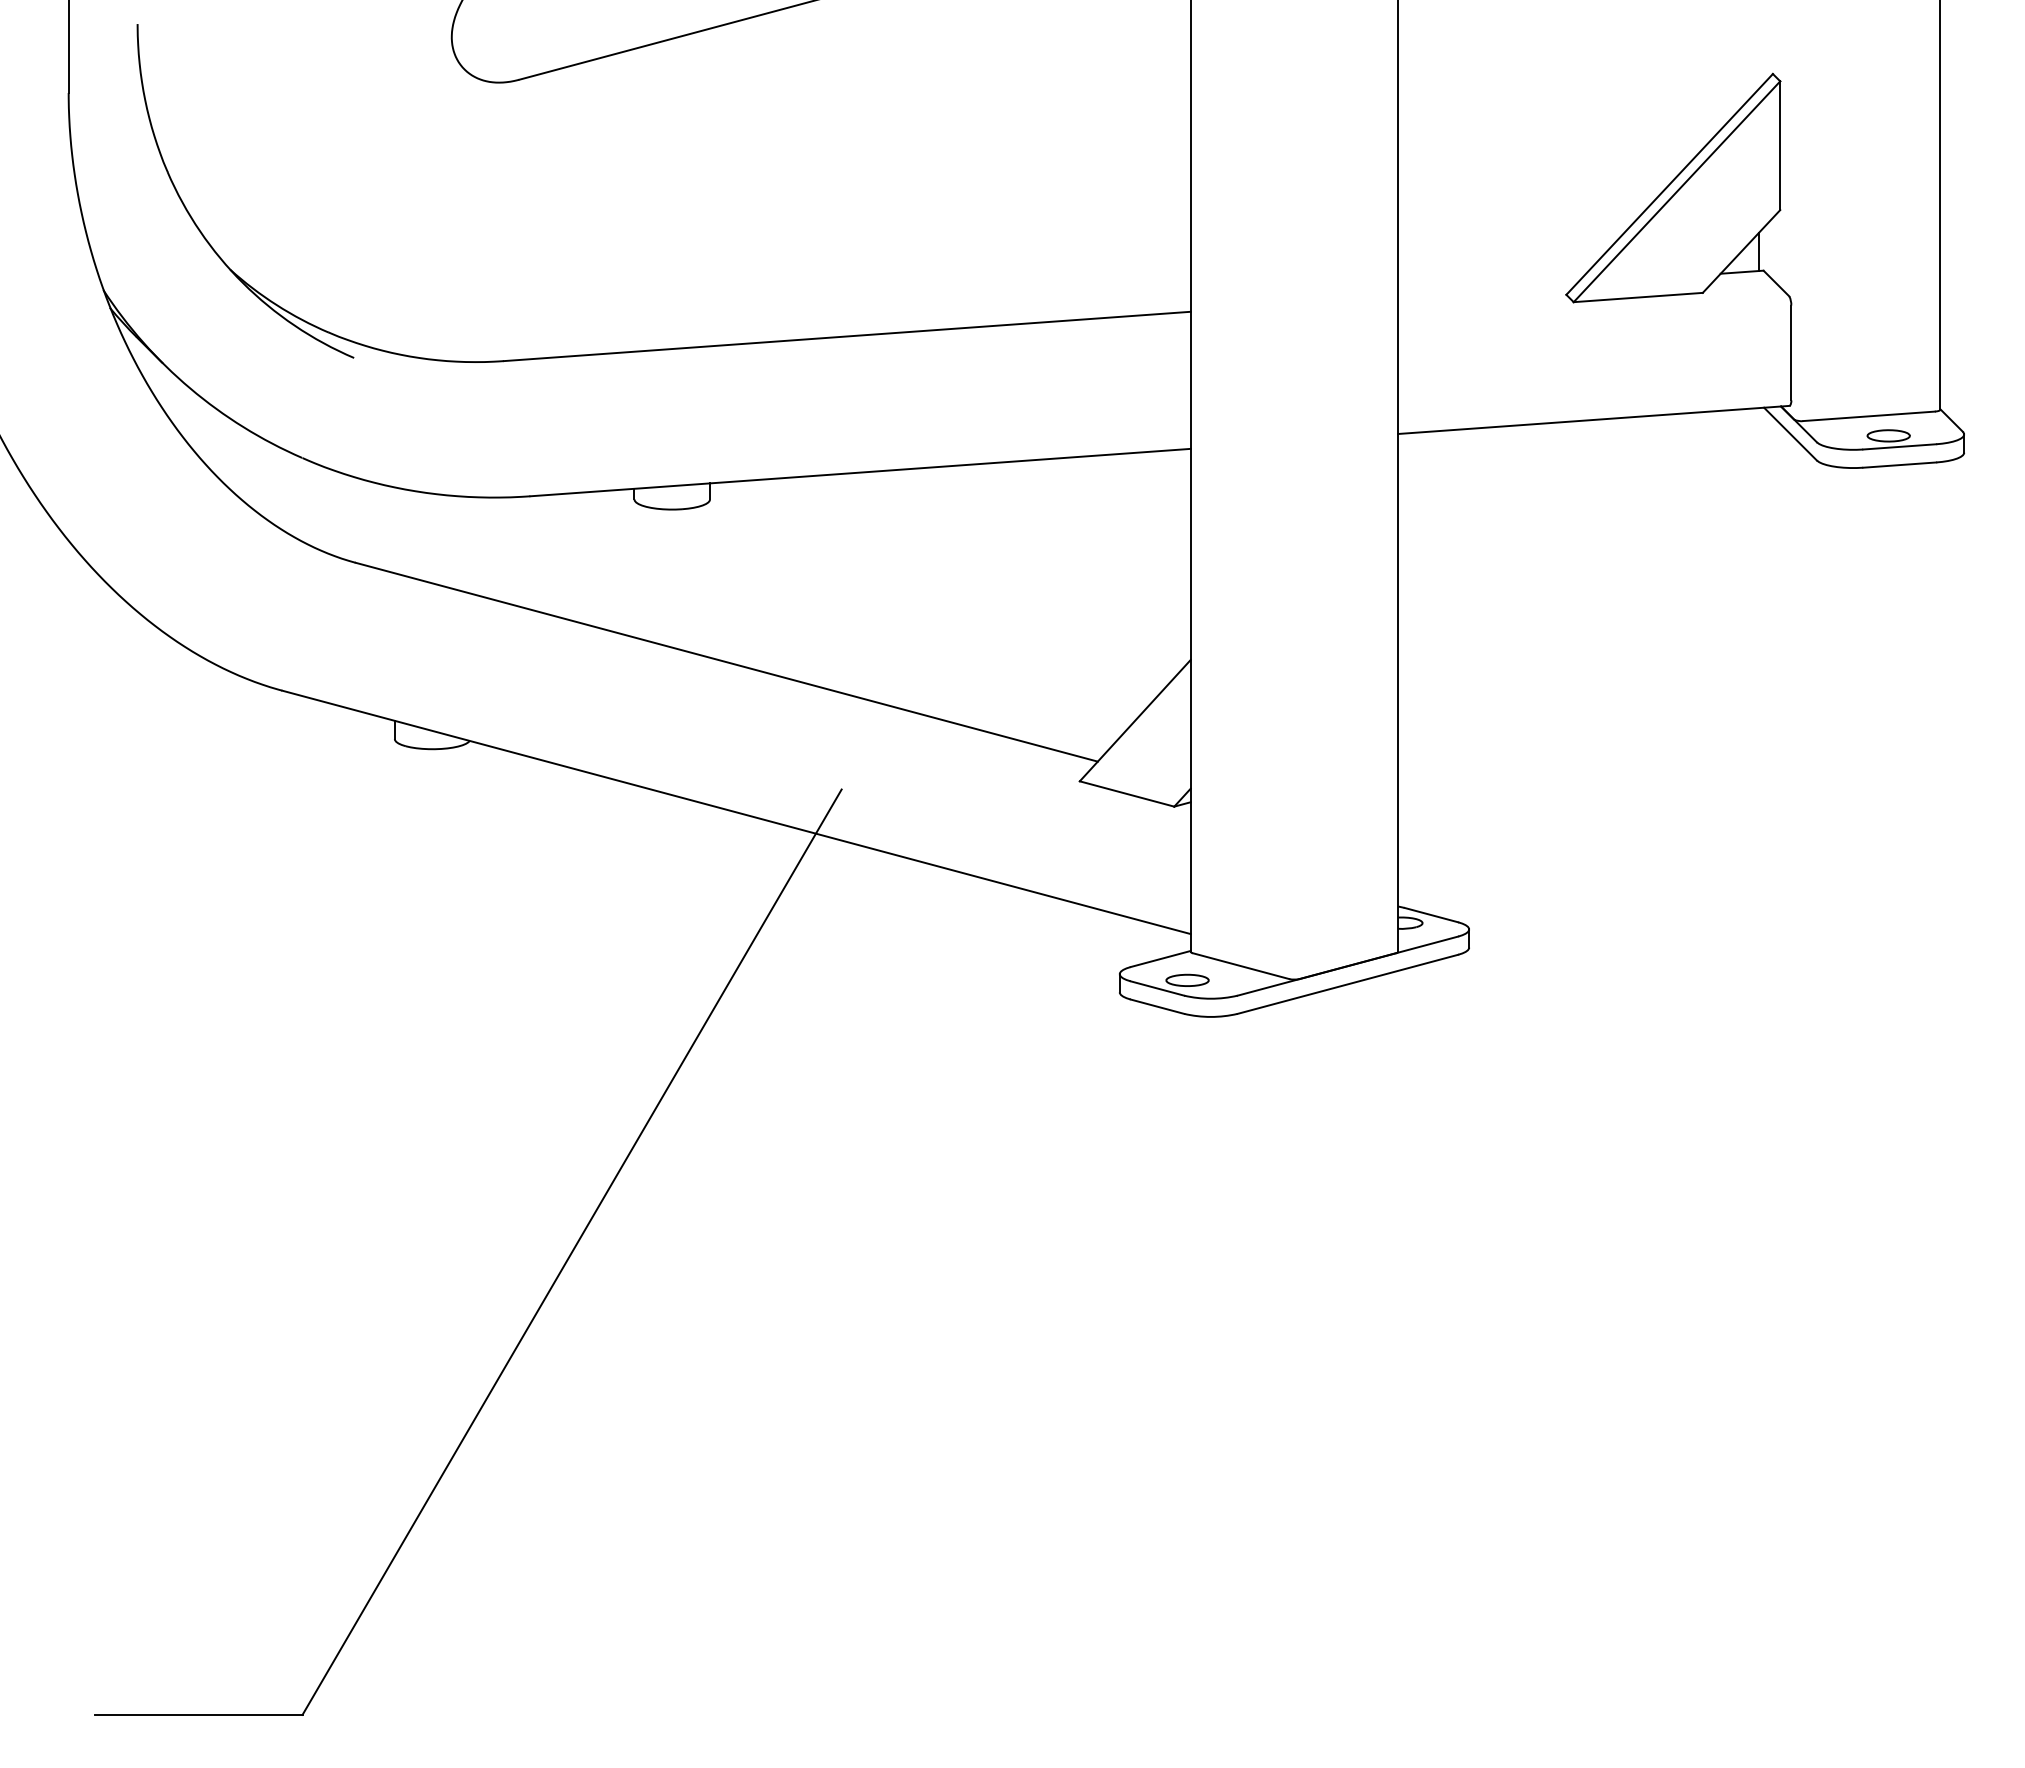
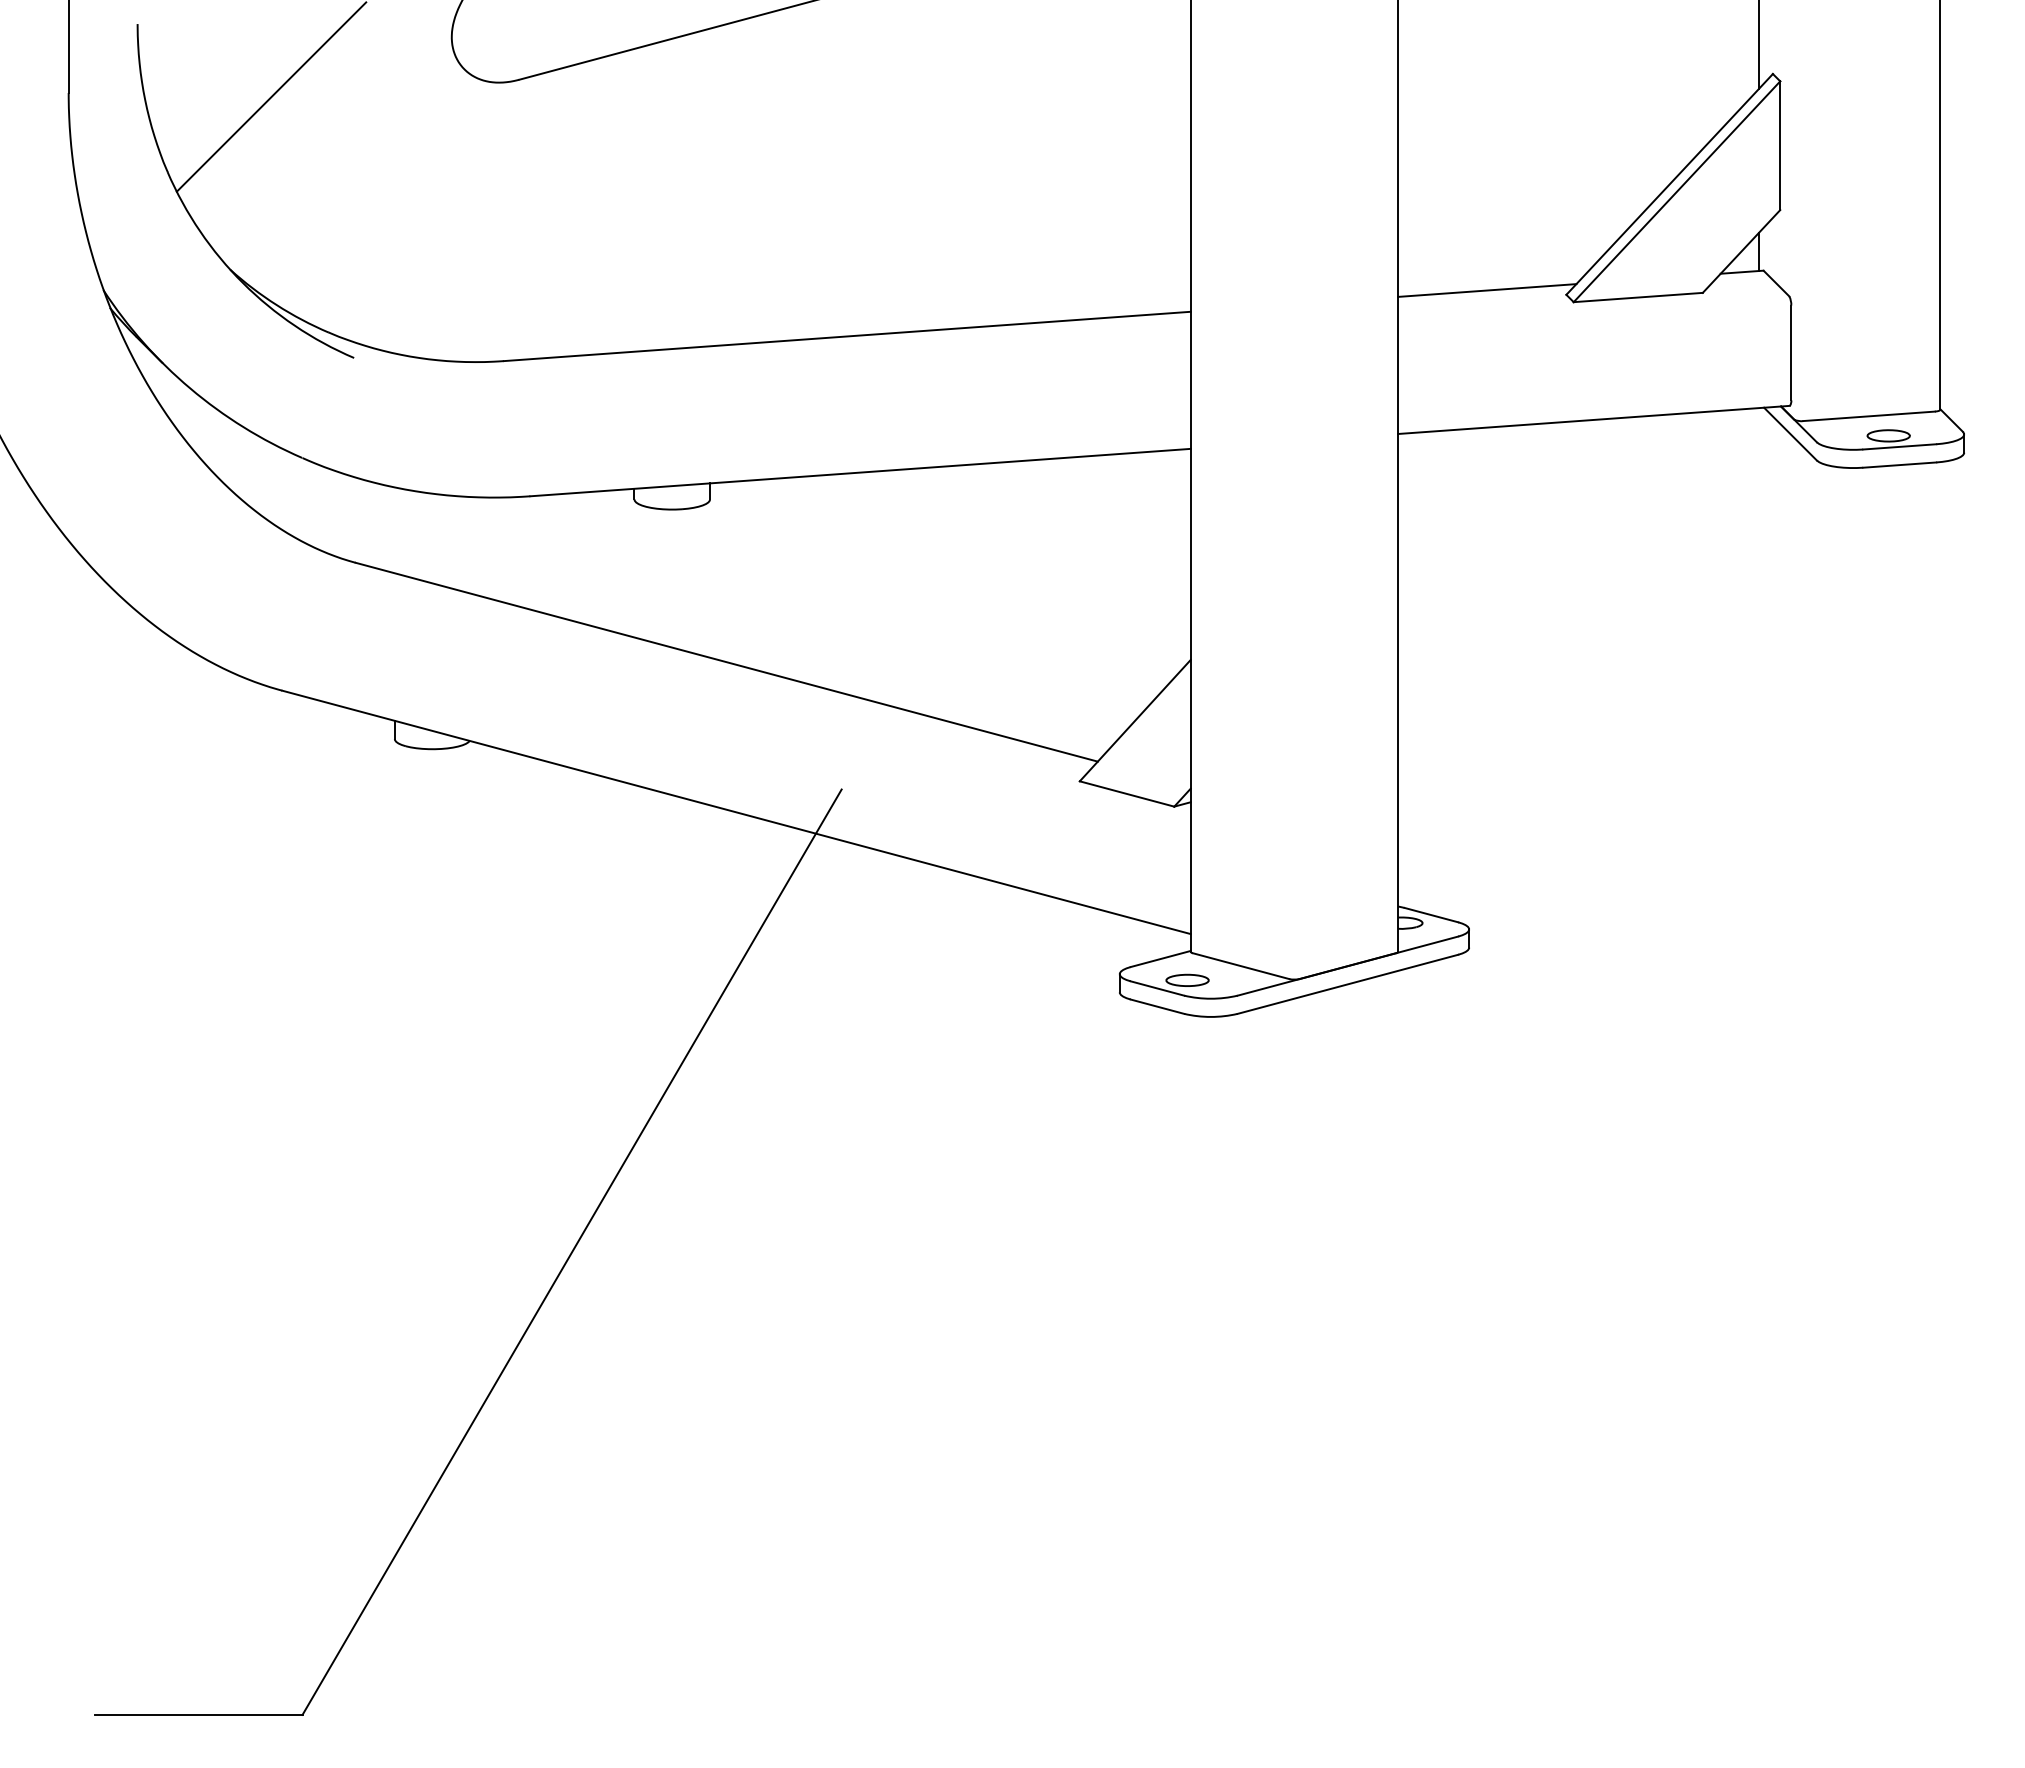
line at (1758, 45): none -> present
line at (271, 96): none -> present
line at (1487, 290): none -> present
